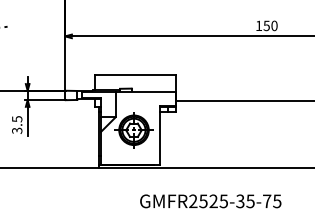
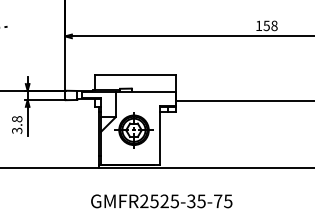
text at (274, 25): 150 -> 158
text at (17, 119): 3.5 -> 3.8
text at (210, 201) position: (210, 201) -> (161, 201)
